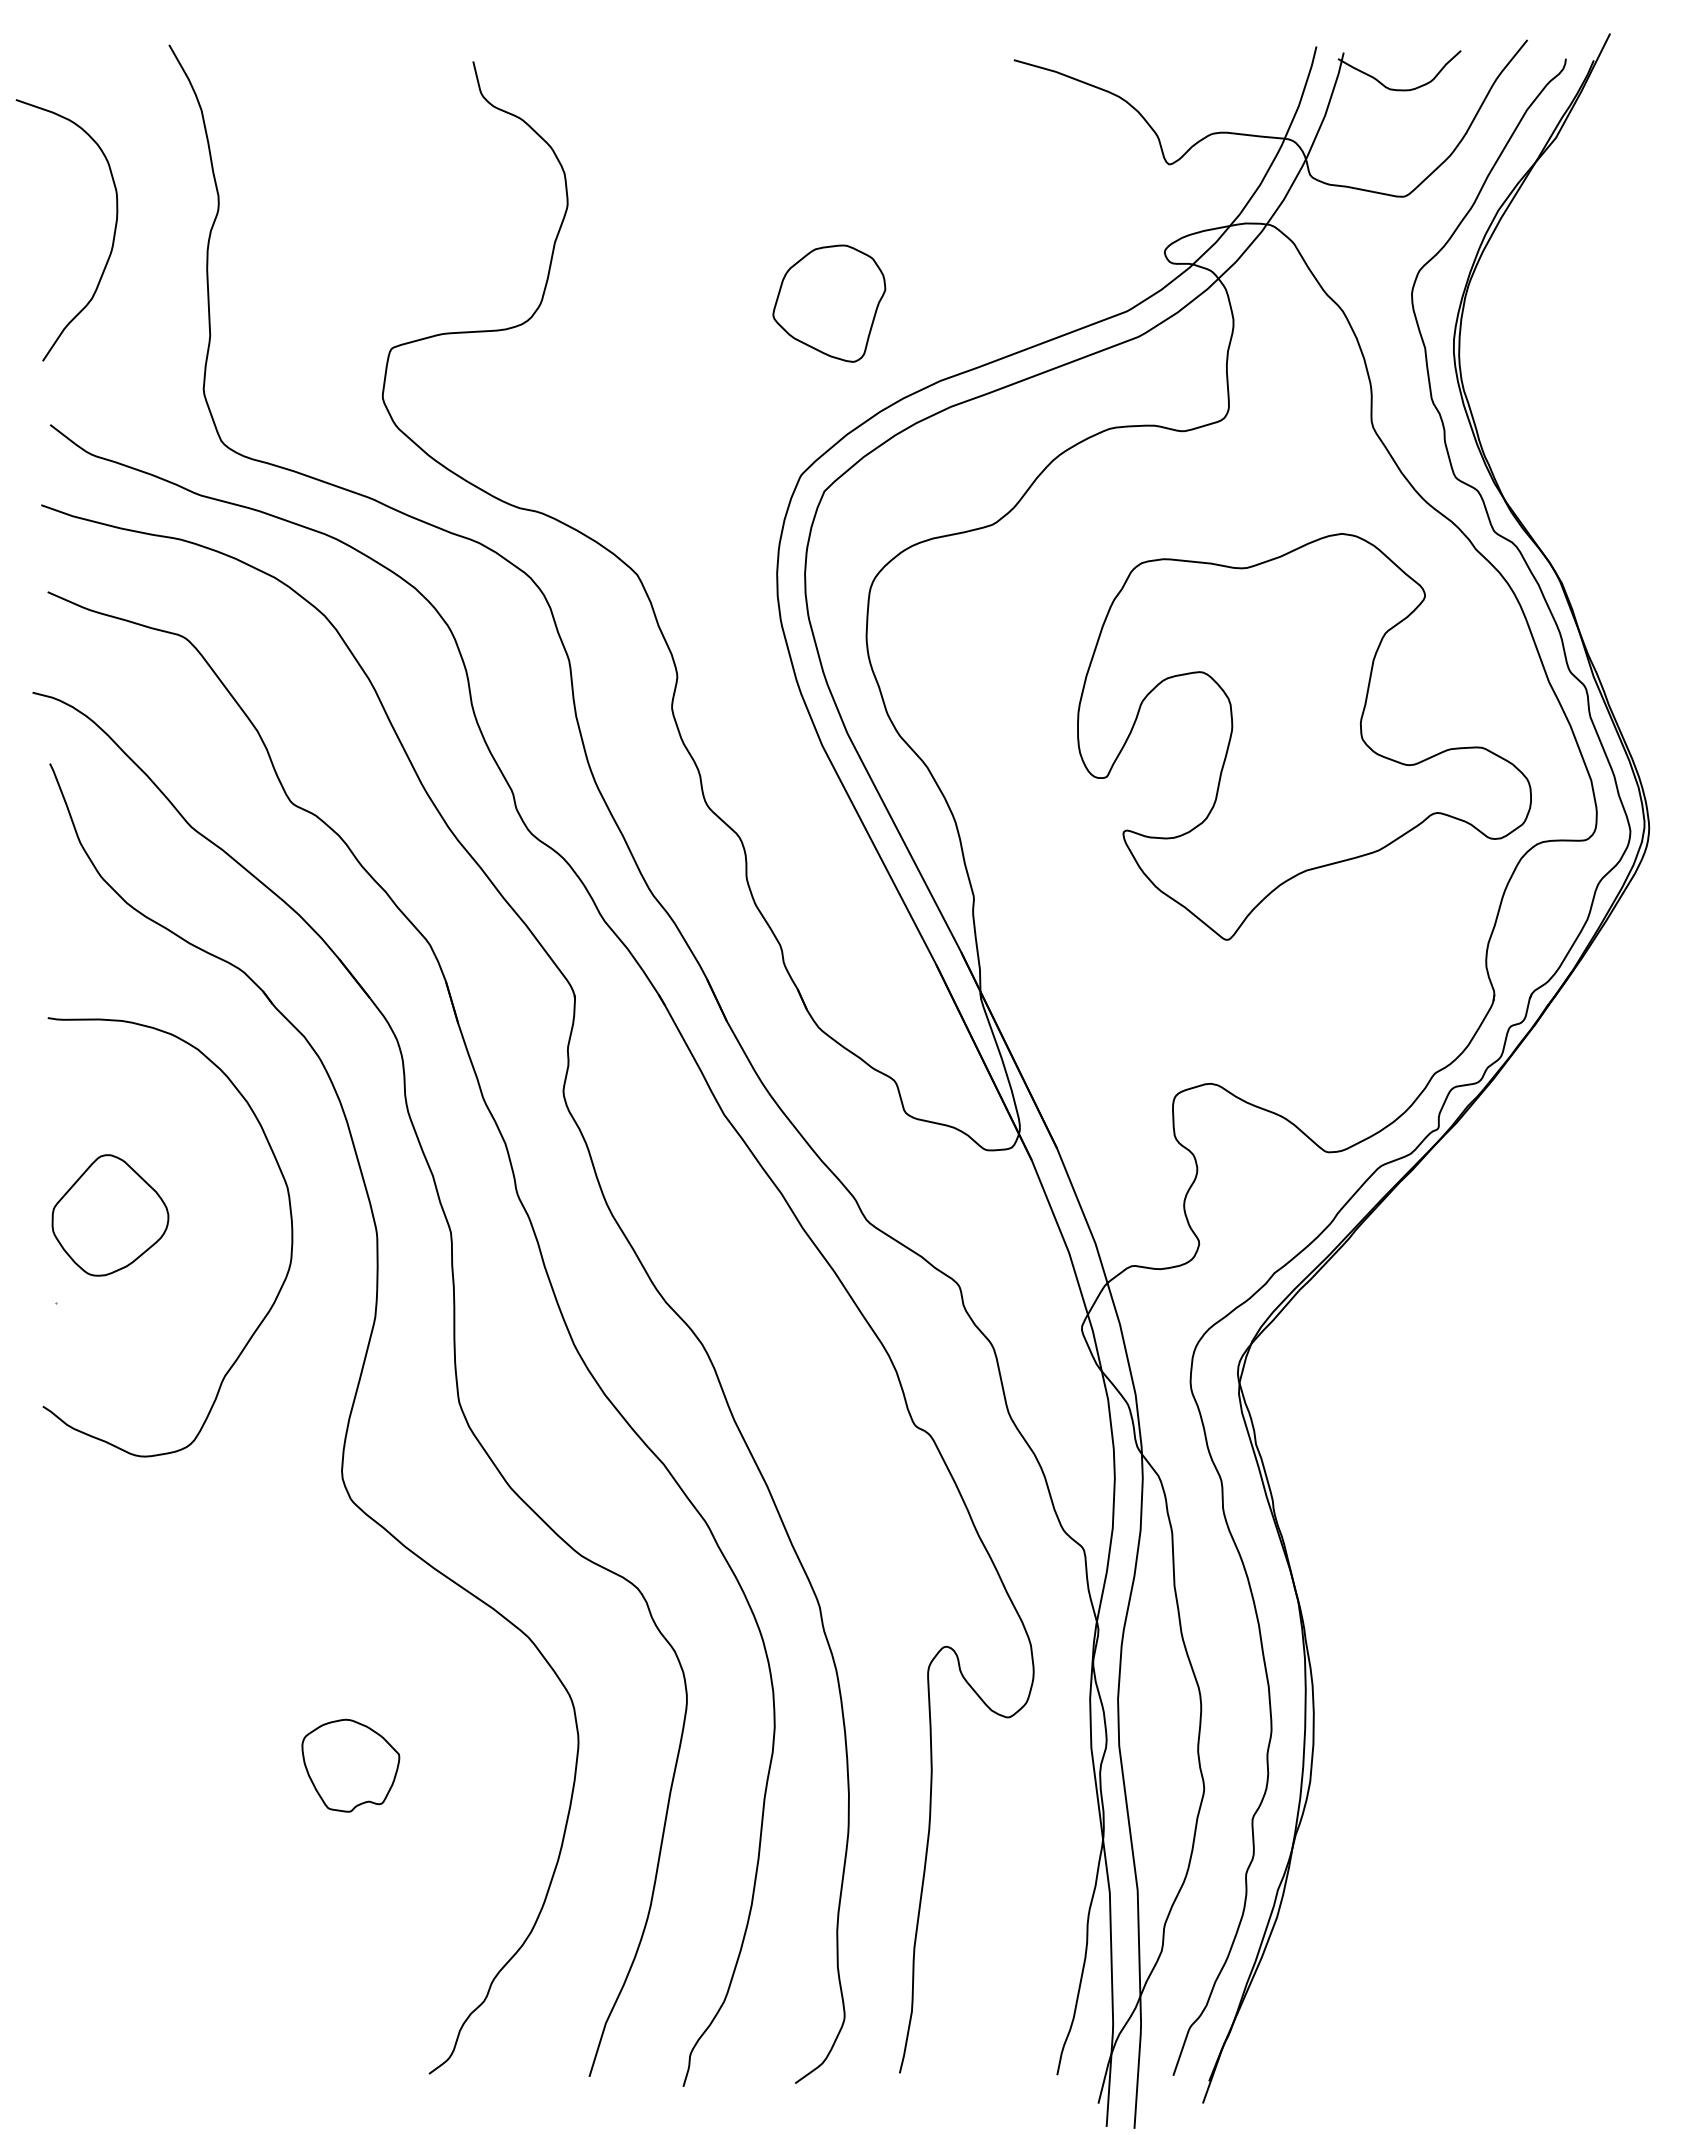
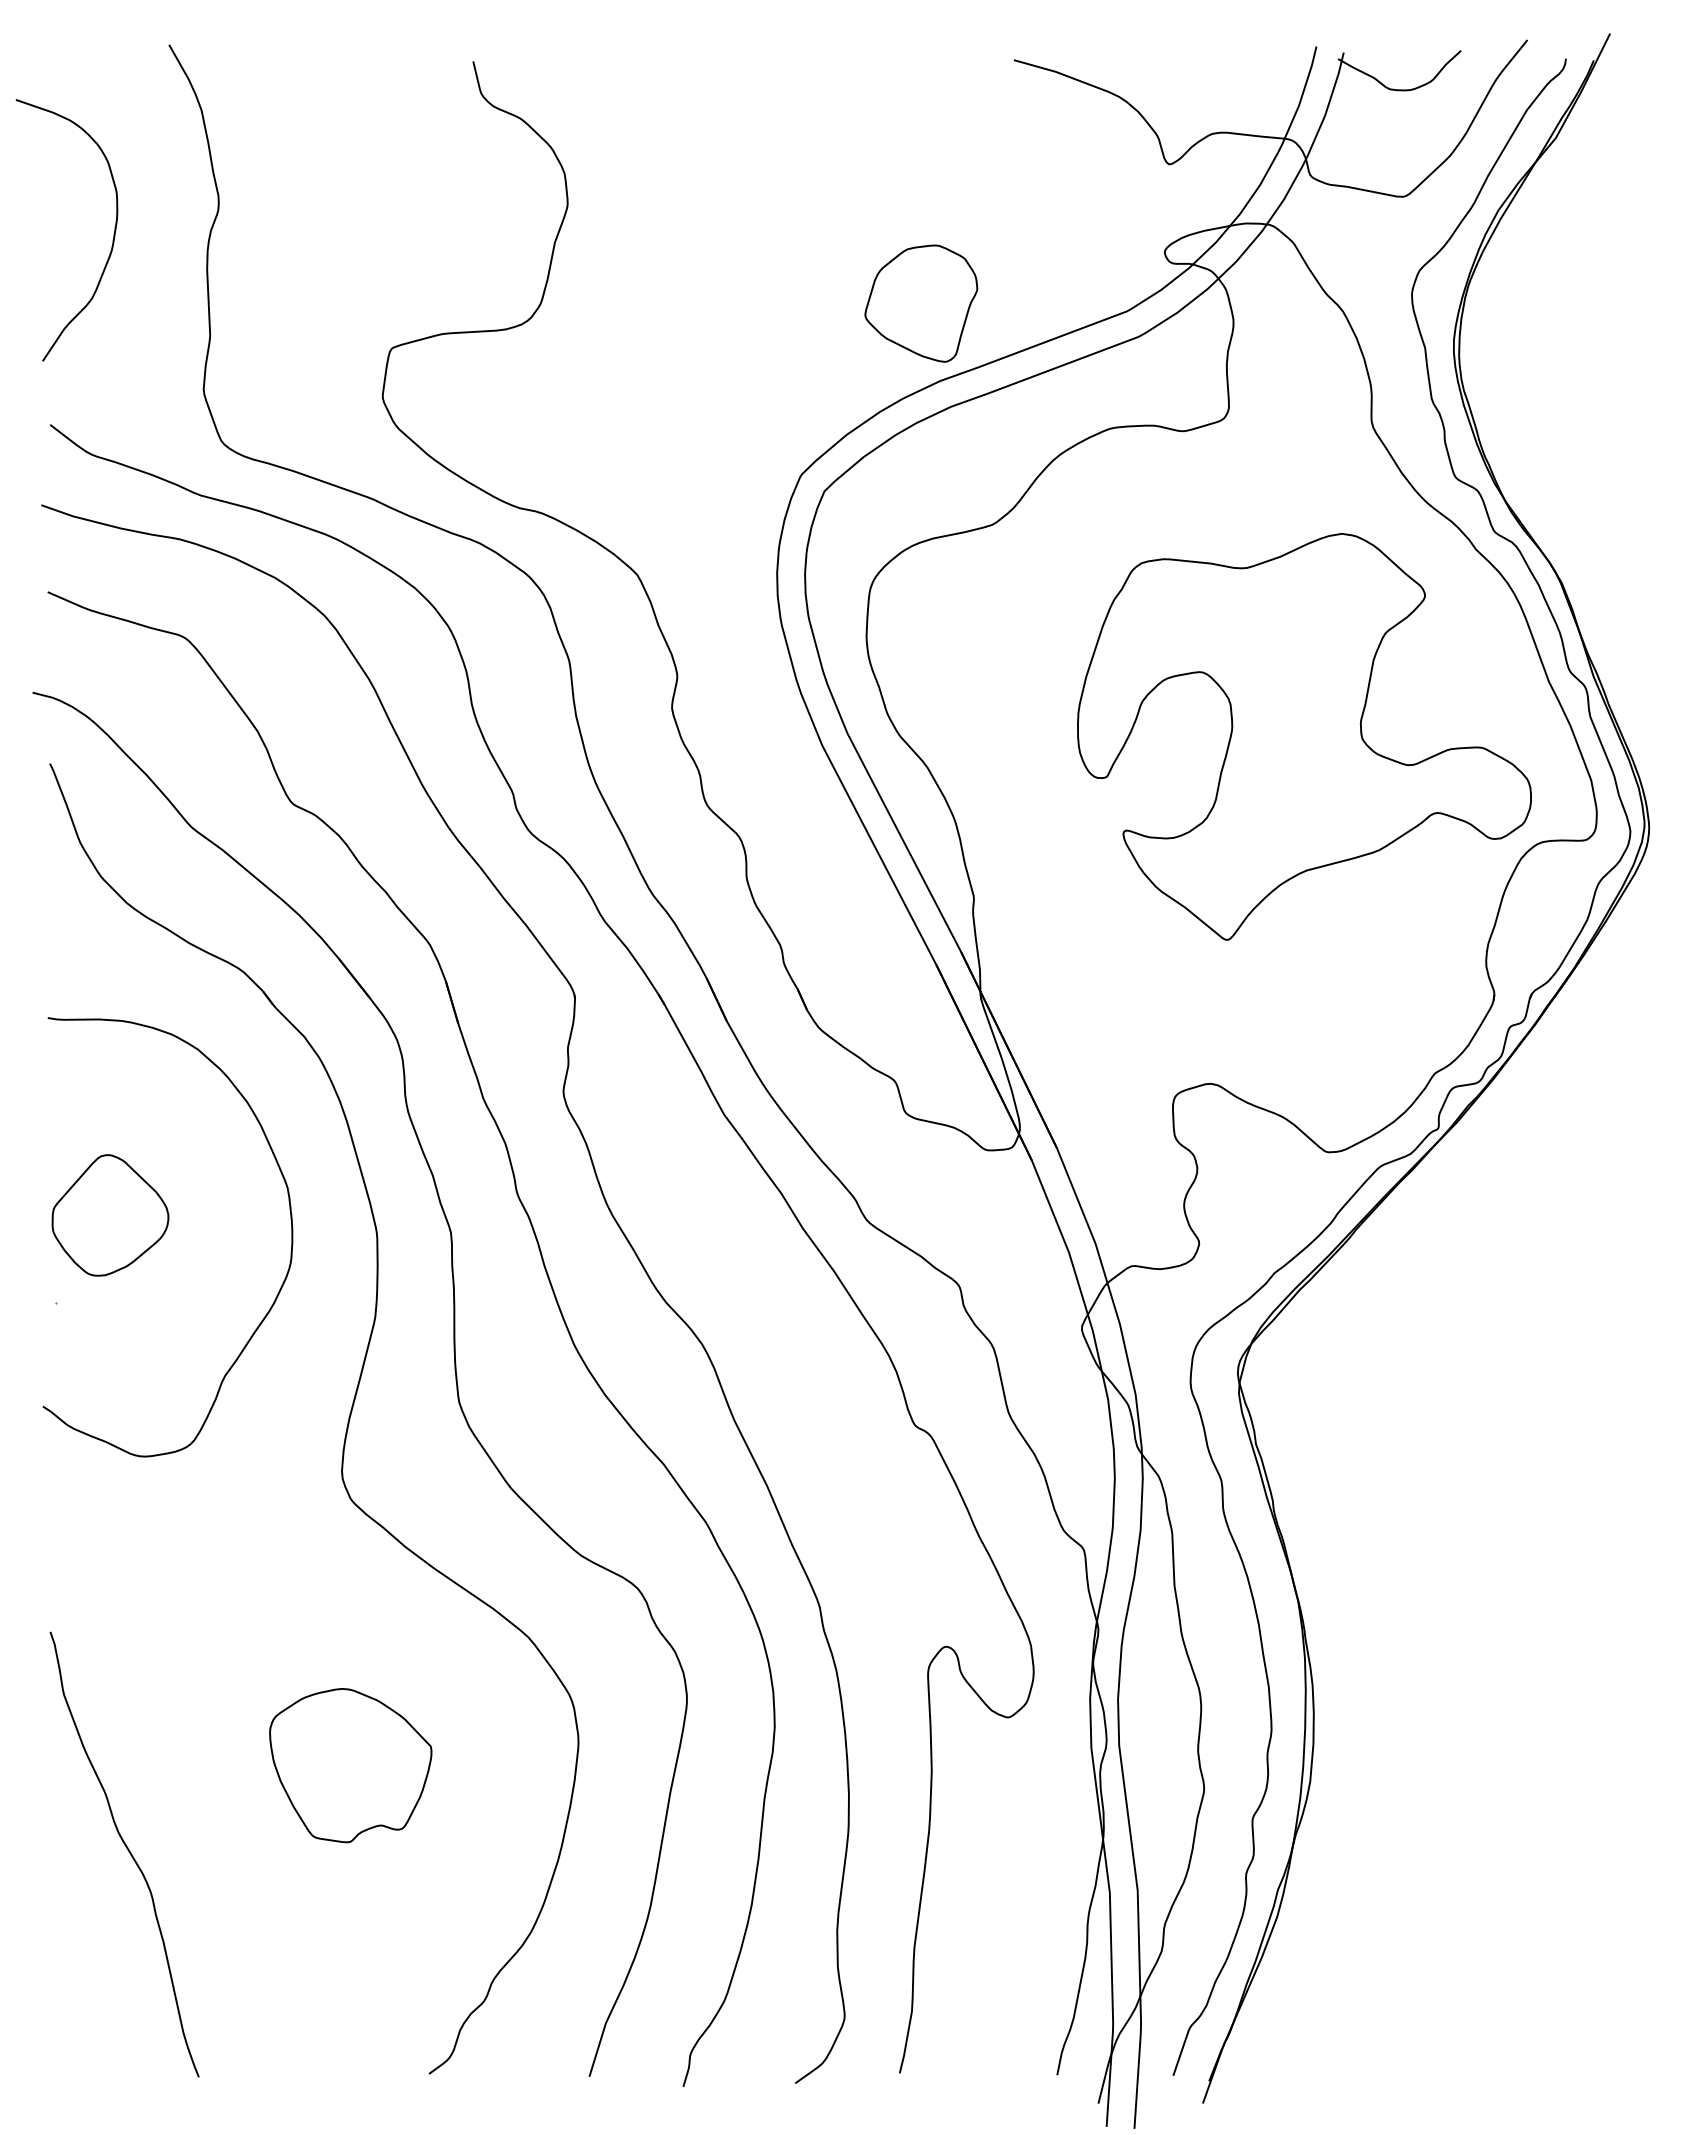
part at (829, 303) position: (829, 303) -> (921, 303)
part at (350, 1765) size: 100x95 px -> 164x156 px
curve at (127, 1850): none -> present
